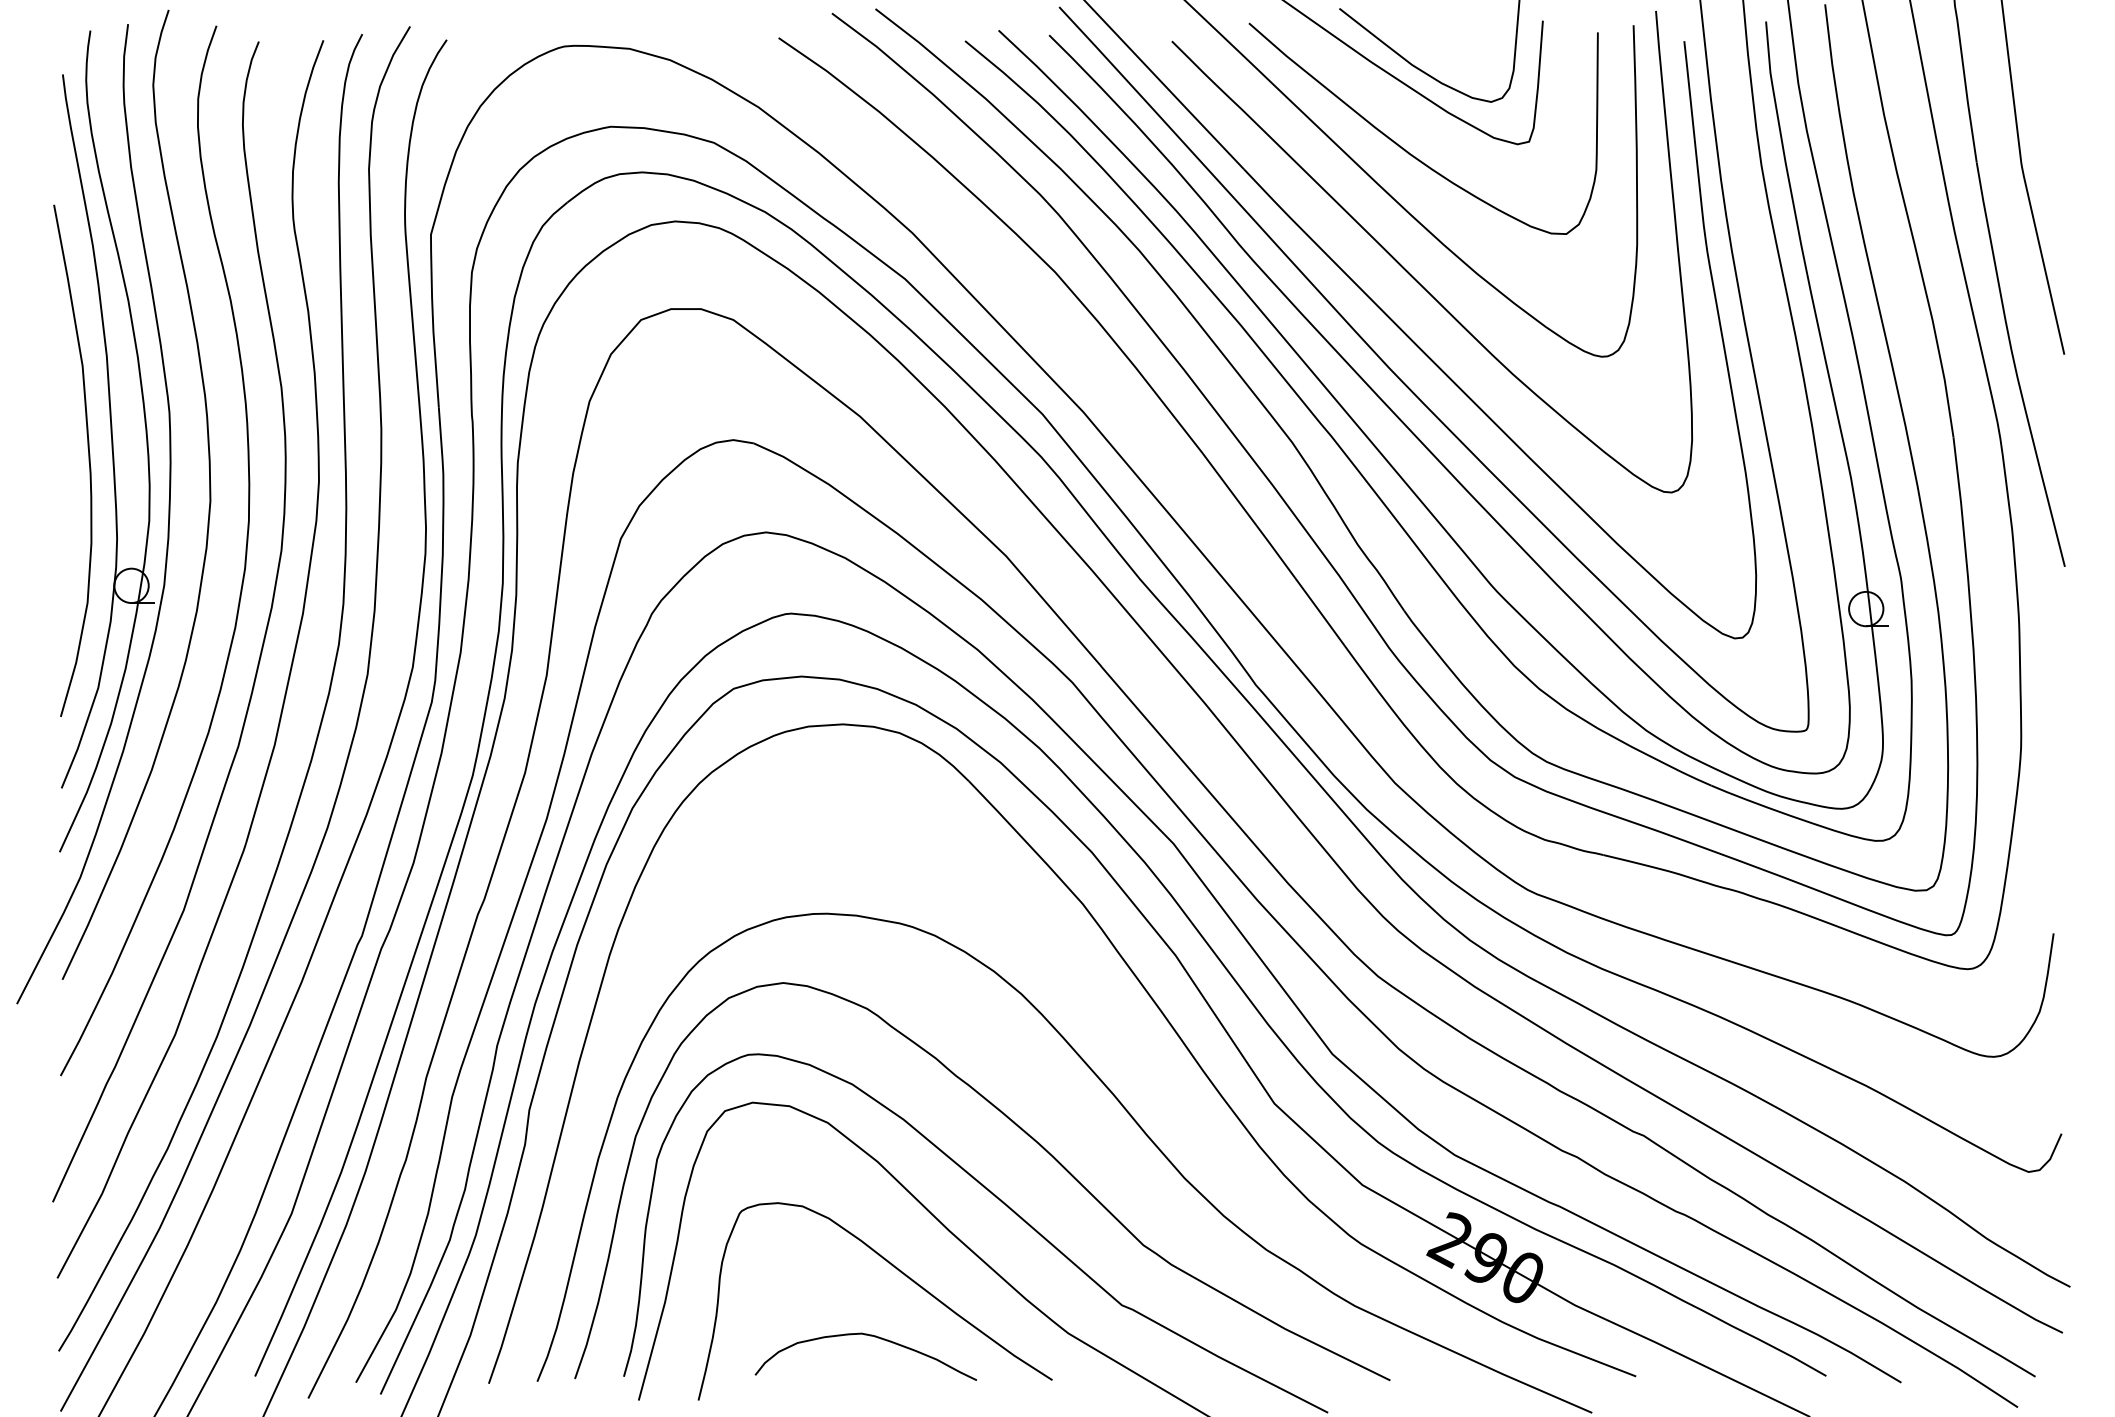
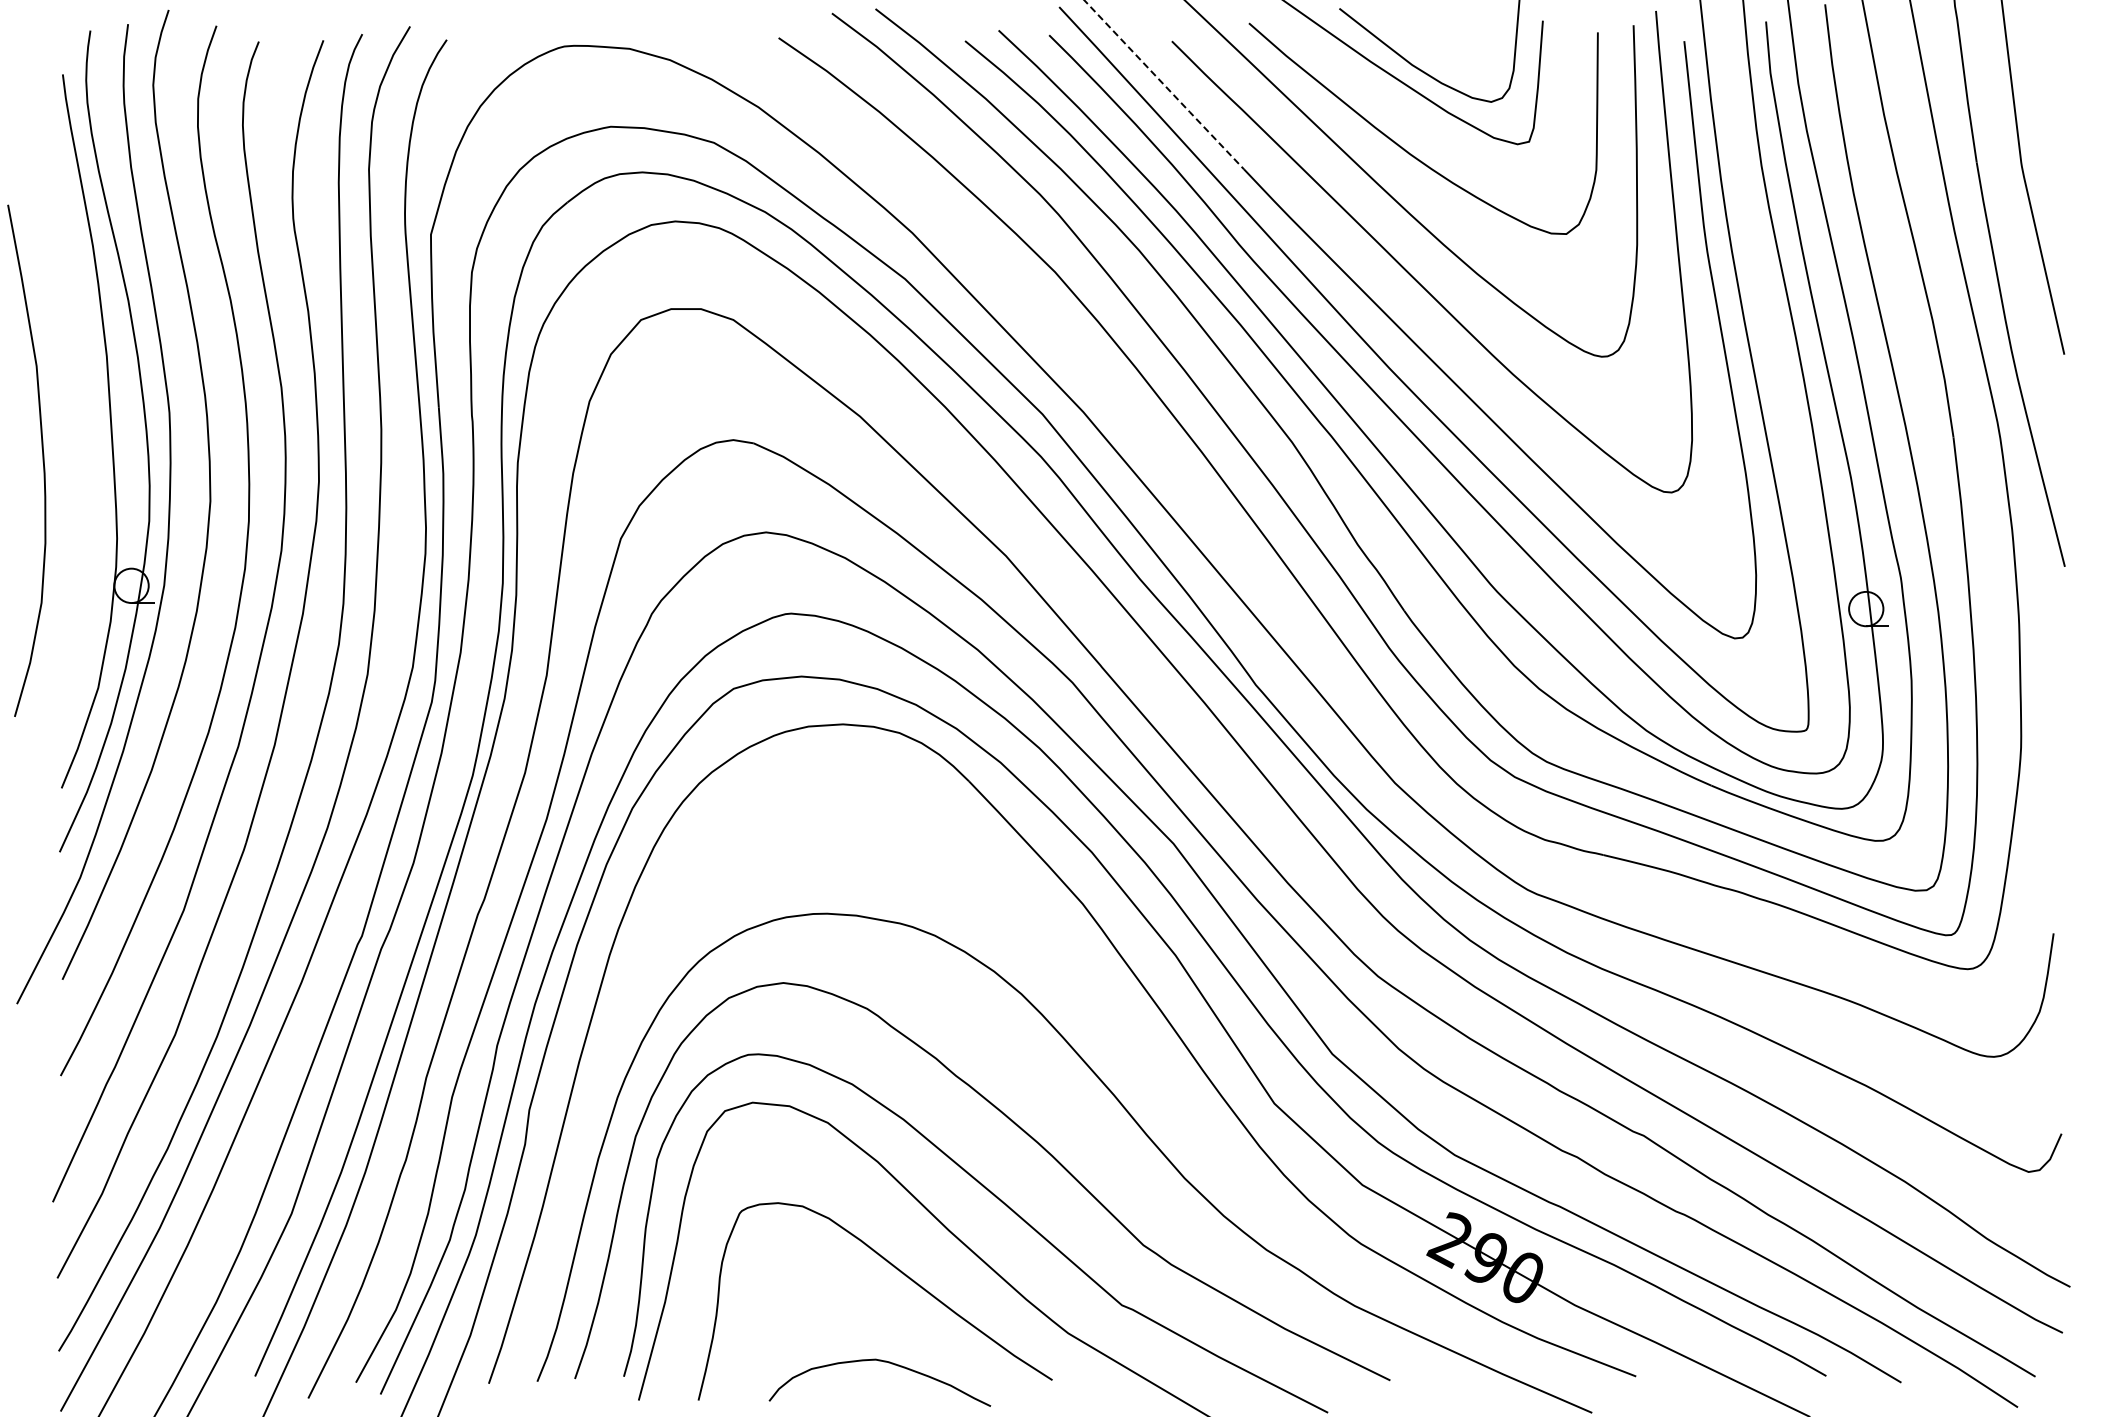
line at (1164, 84): solid -> dashed
curve at (88, 460) position: (88, 460) -> (42, 460)
curve at (869, 1336) position: (869, 1336) -> (883, 1362)
